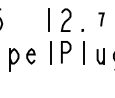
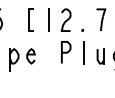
line at (29, 19): none -> present
part at (101, 19) size: 7x15 px -> 11x23 px
line at (50, 52): present -> none
